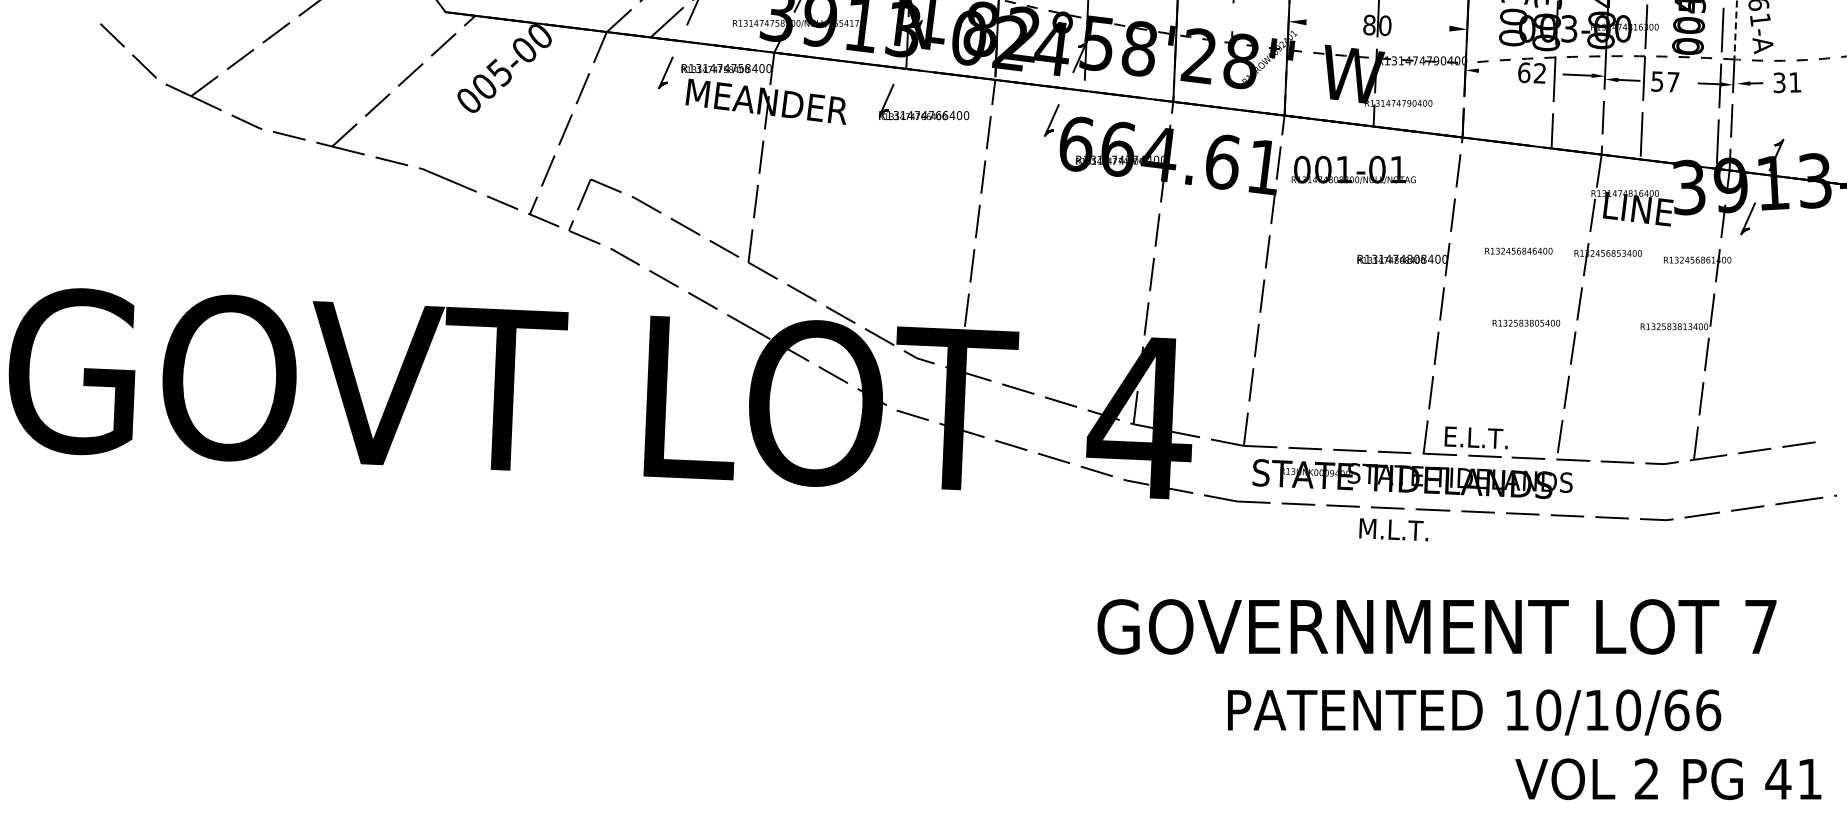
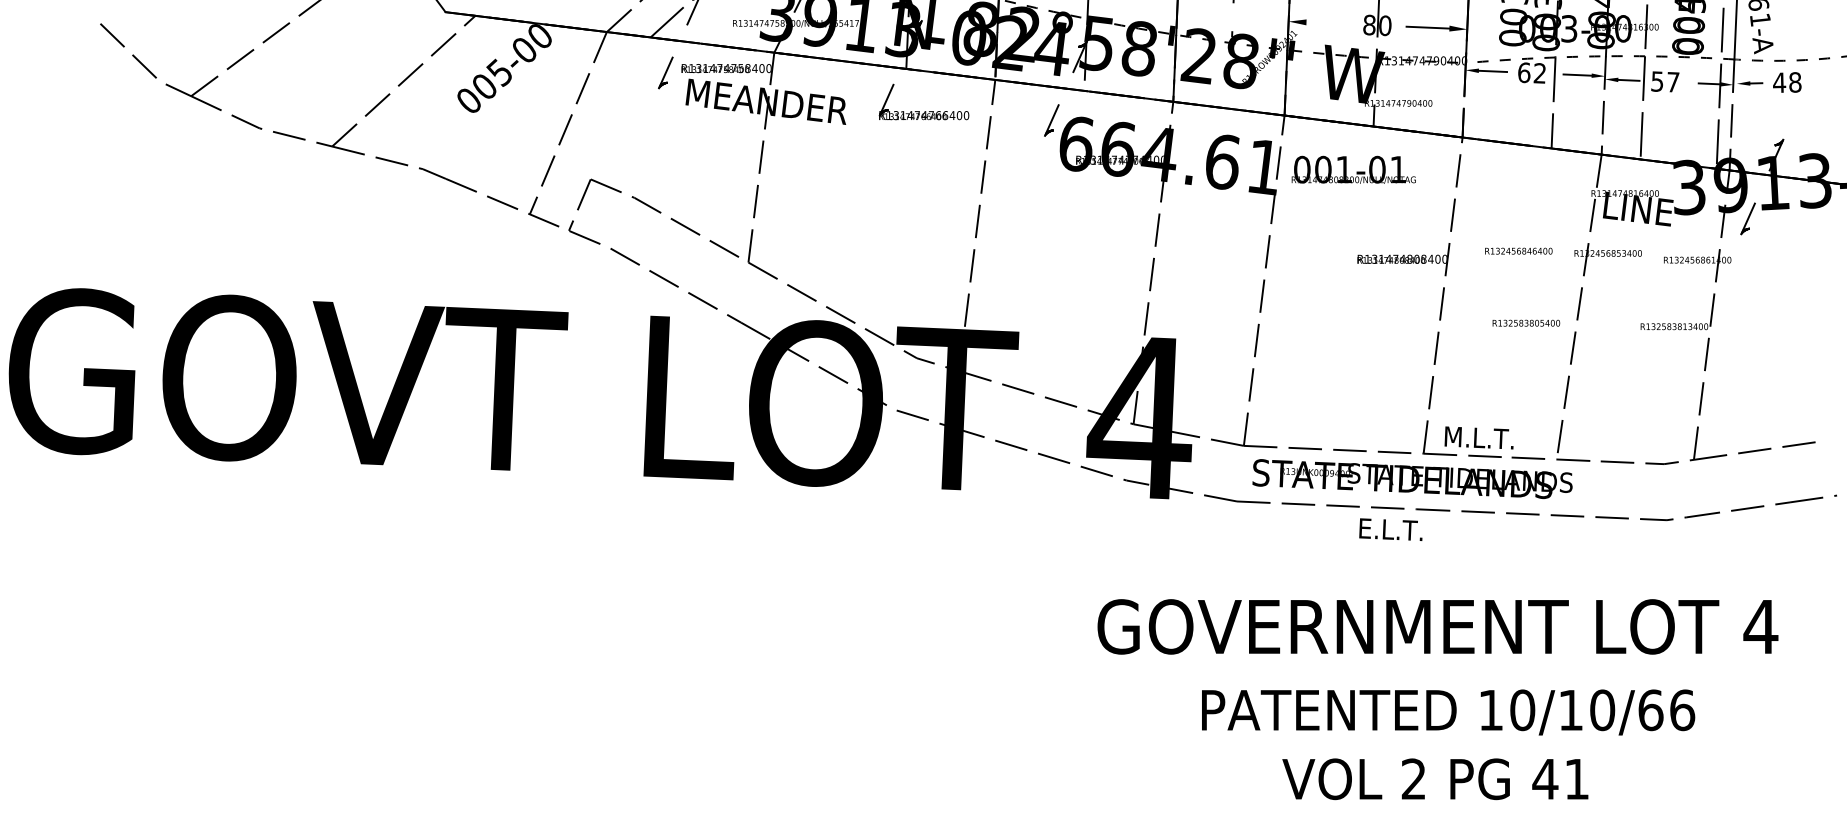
line at (1427, 27): none -> present
line at (1735, 30): dashed -> solid
line at (1492, 71): none -> present
text at (1787, 82): 31 -> 48
text at (1480, 437): E.L.T. -> M.L.T.
text at (1394, 529): M.L.T. -> E.L.T.
text at (1760, 626): 7 -> 4
text at (1474, 712) position: (1474, 712) -> (1448, 712)
text at (1668, 779) position: (1668, 779) -> (1435, 779)
